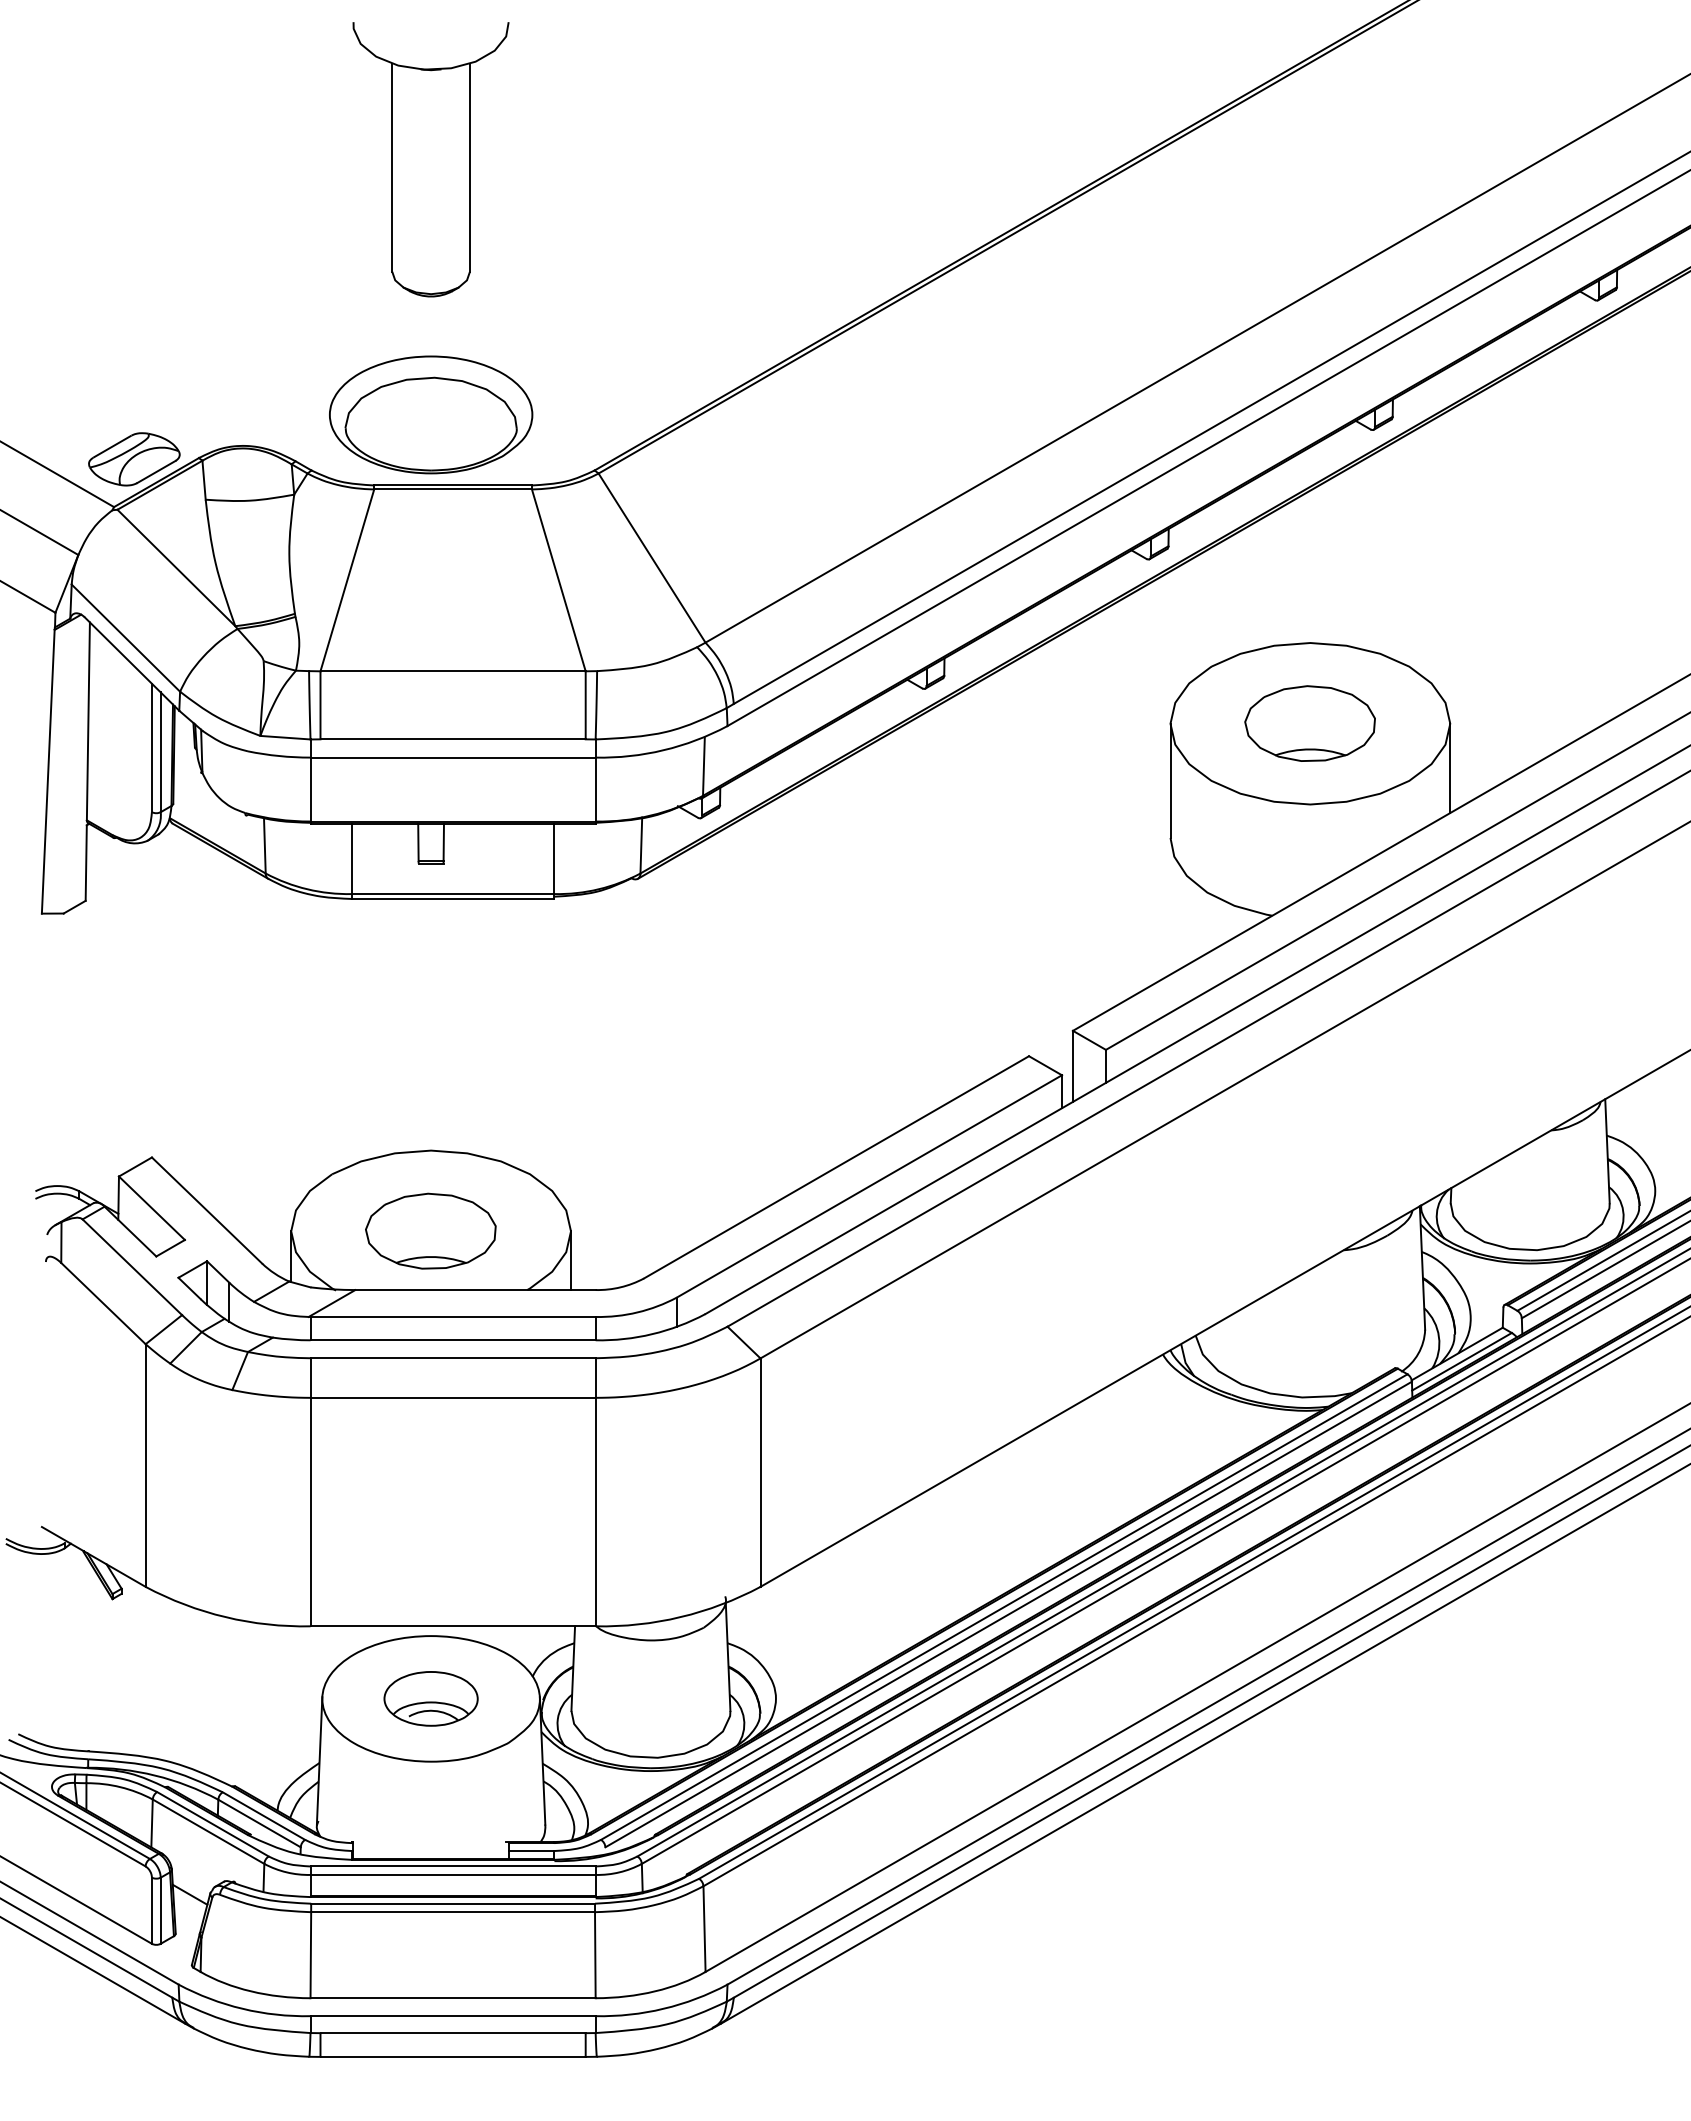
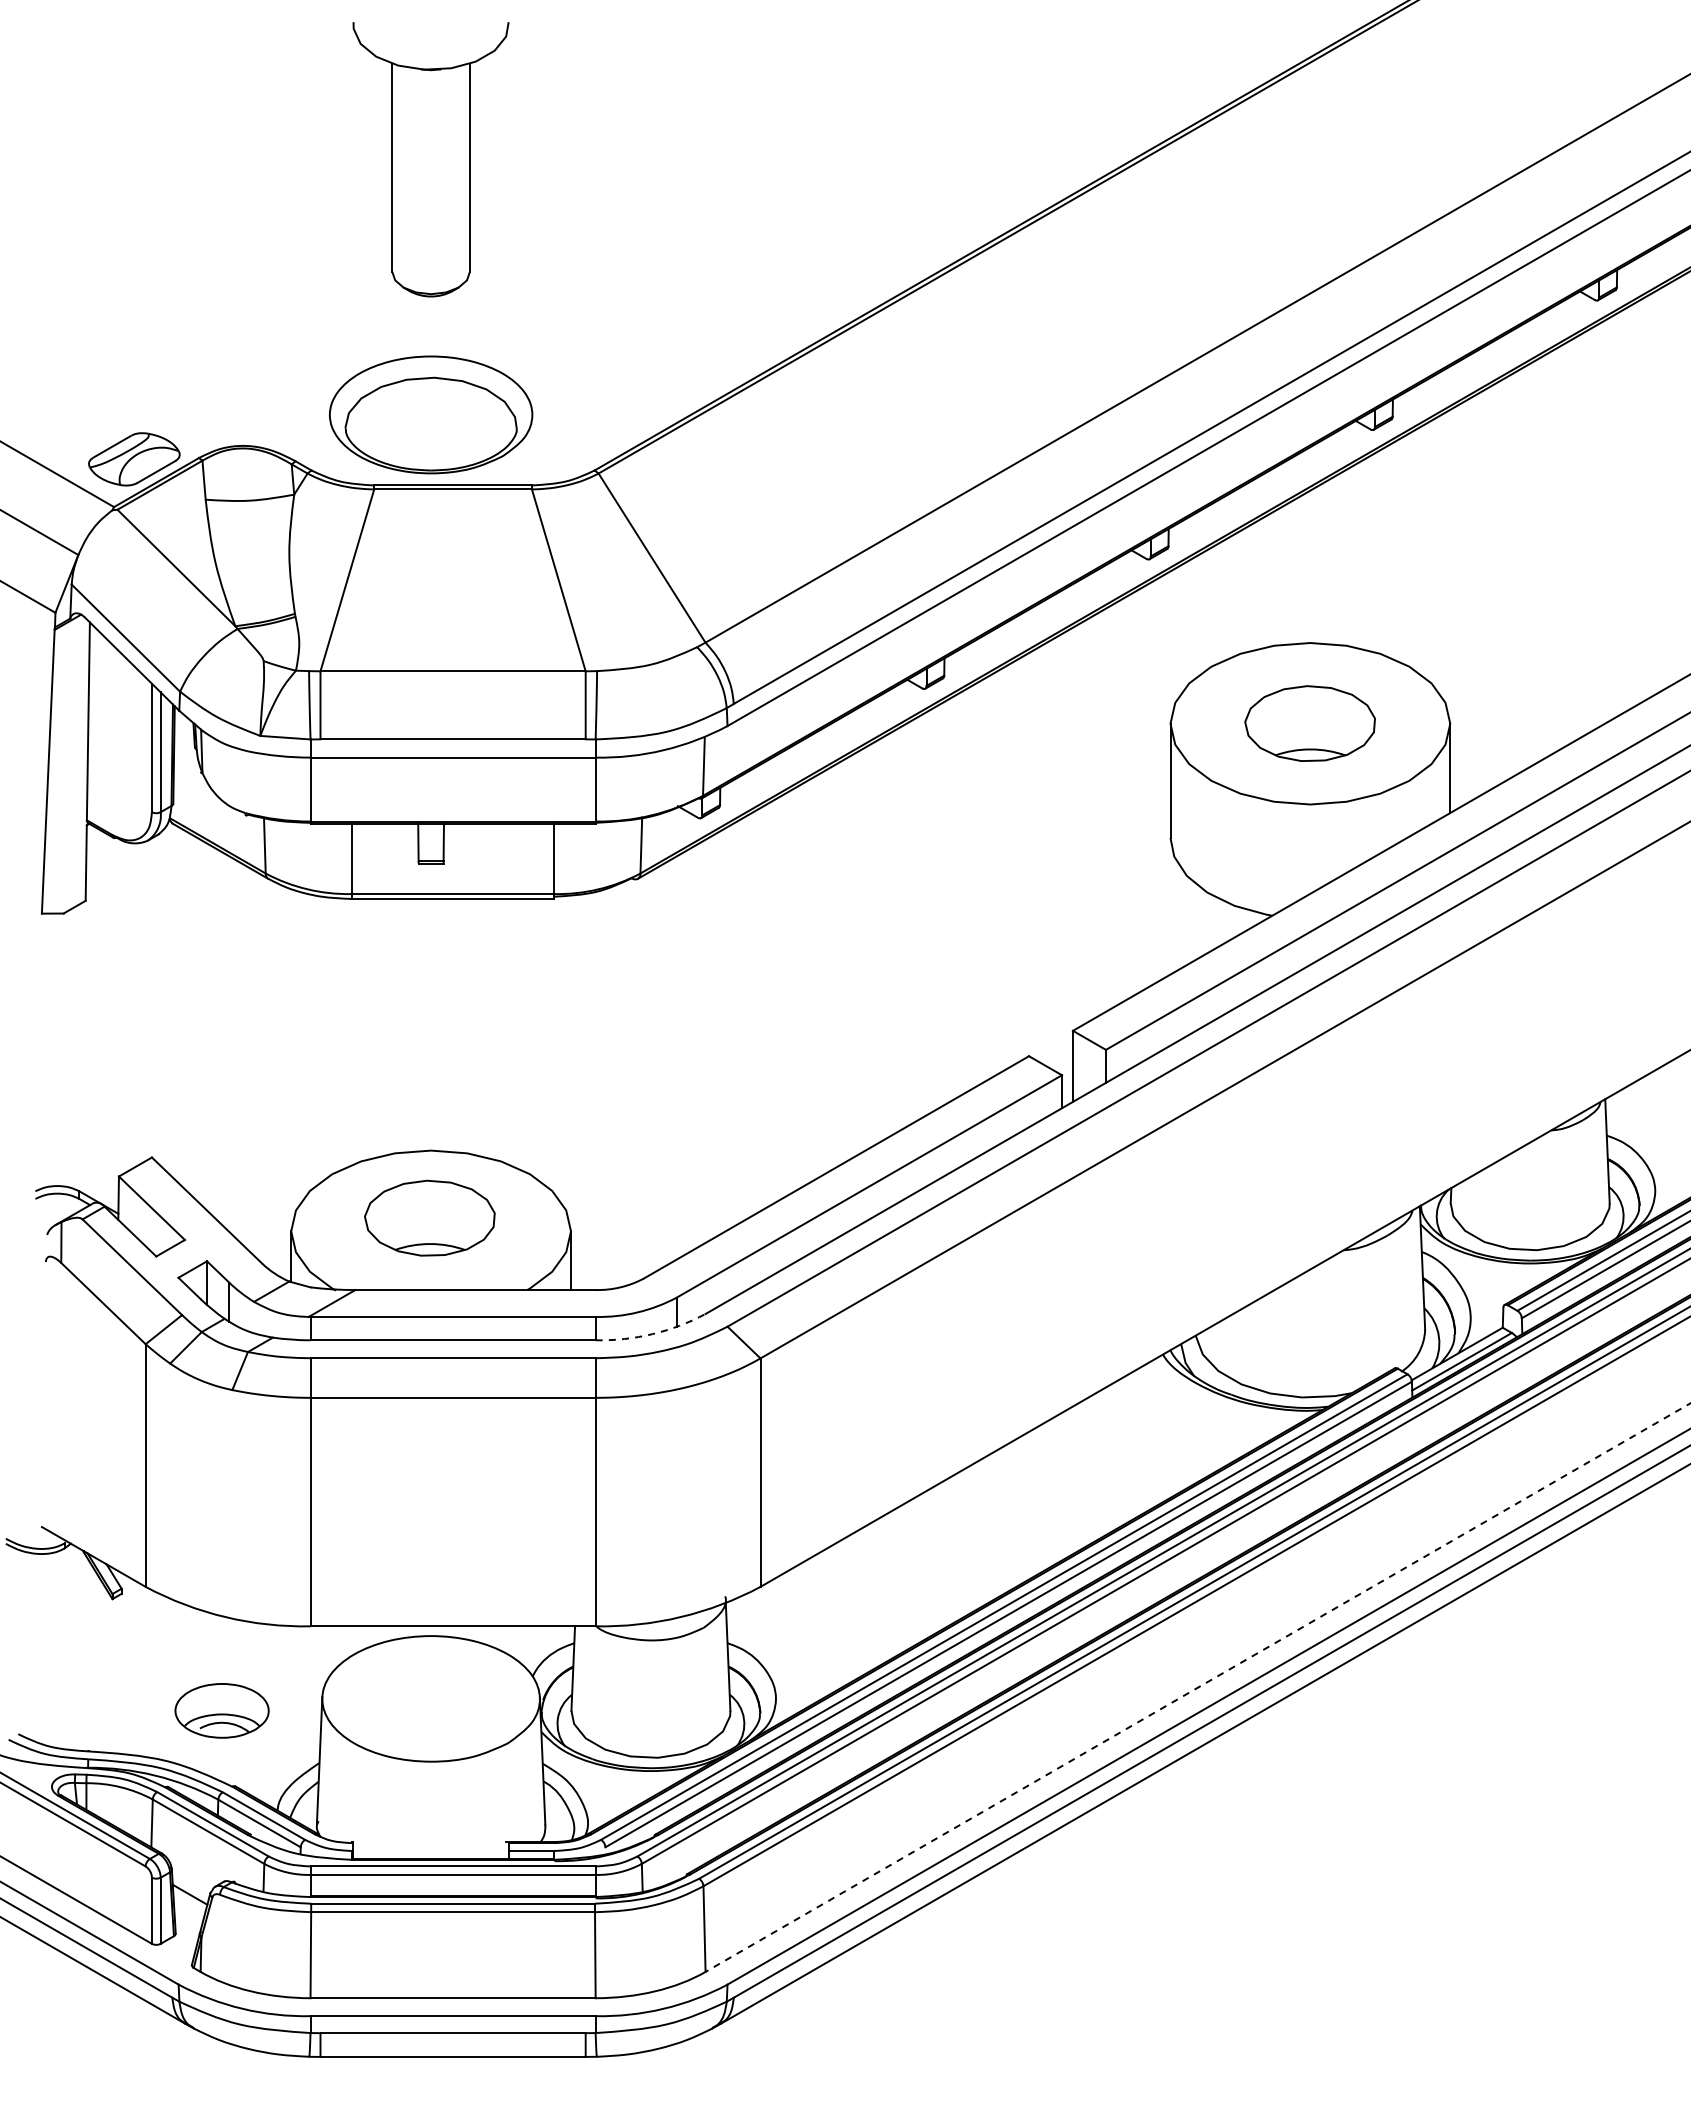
part at (430, 1230) position: (430, 1230) -> (429, 1217)
arc at (652, 1334): solid -> dashed
line at (1198, 1687): solid -> dashed
part at (430, 1698) position: (430, 1698) -> (221, 1710)
